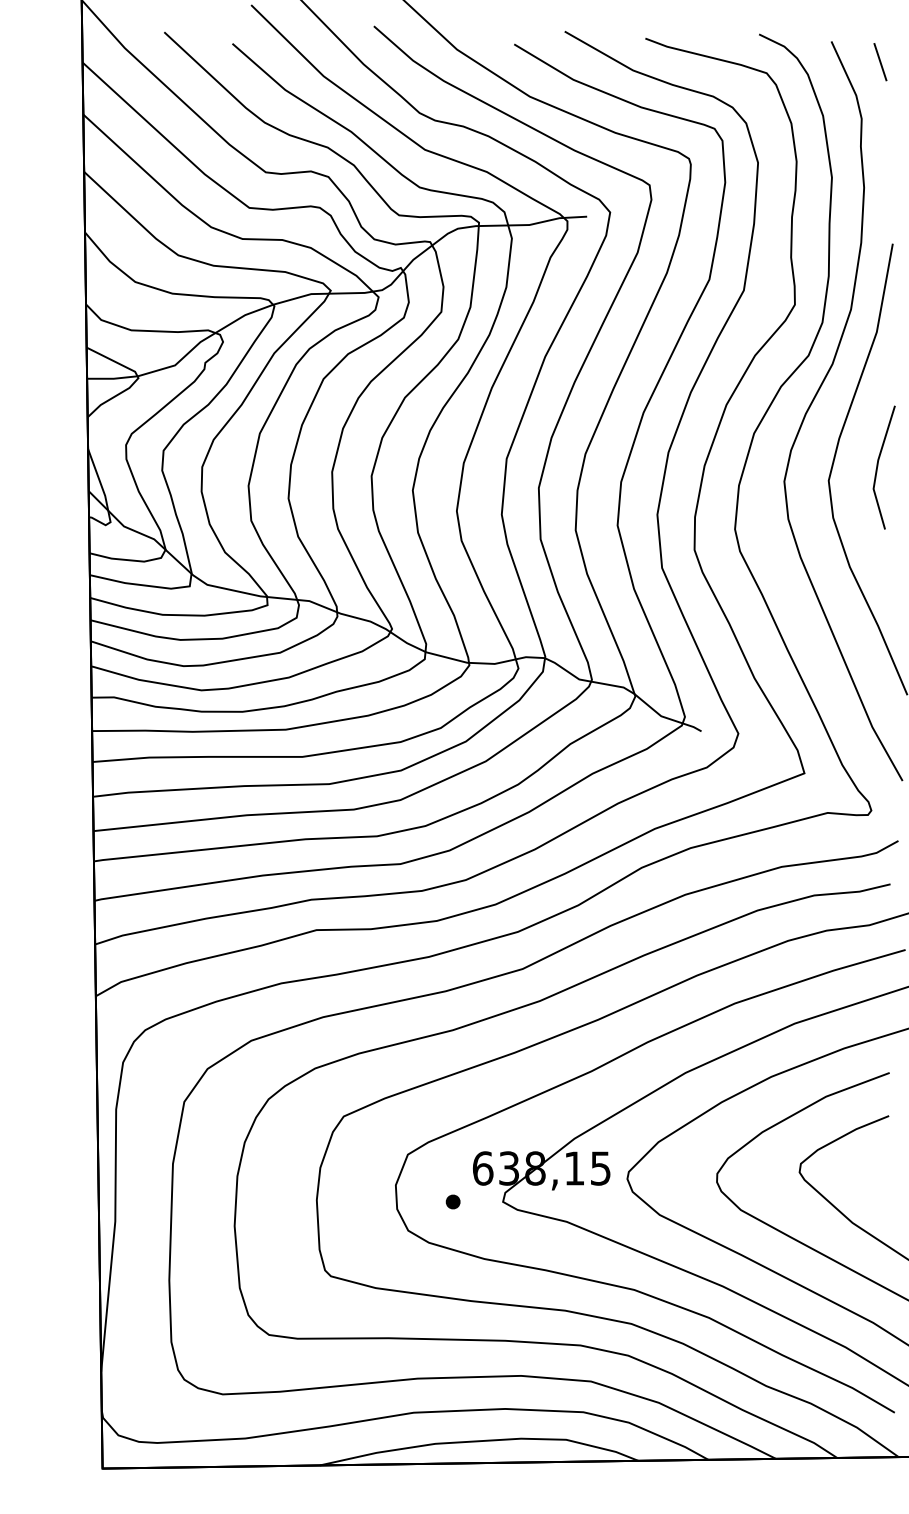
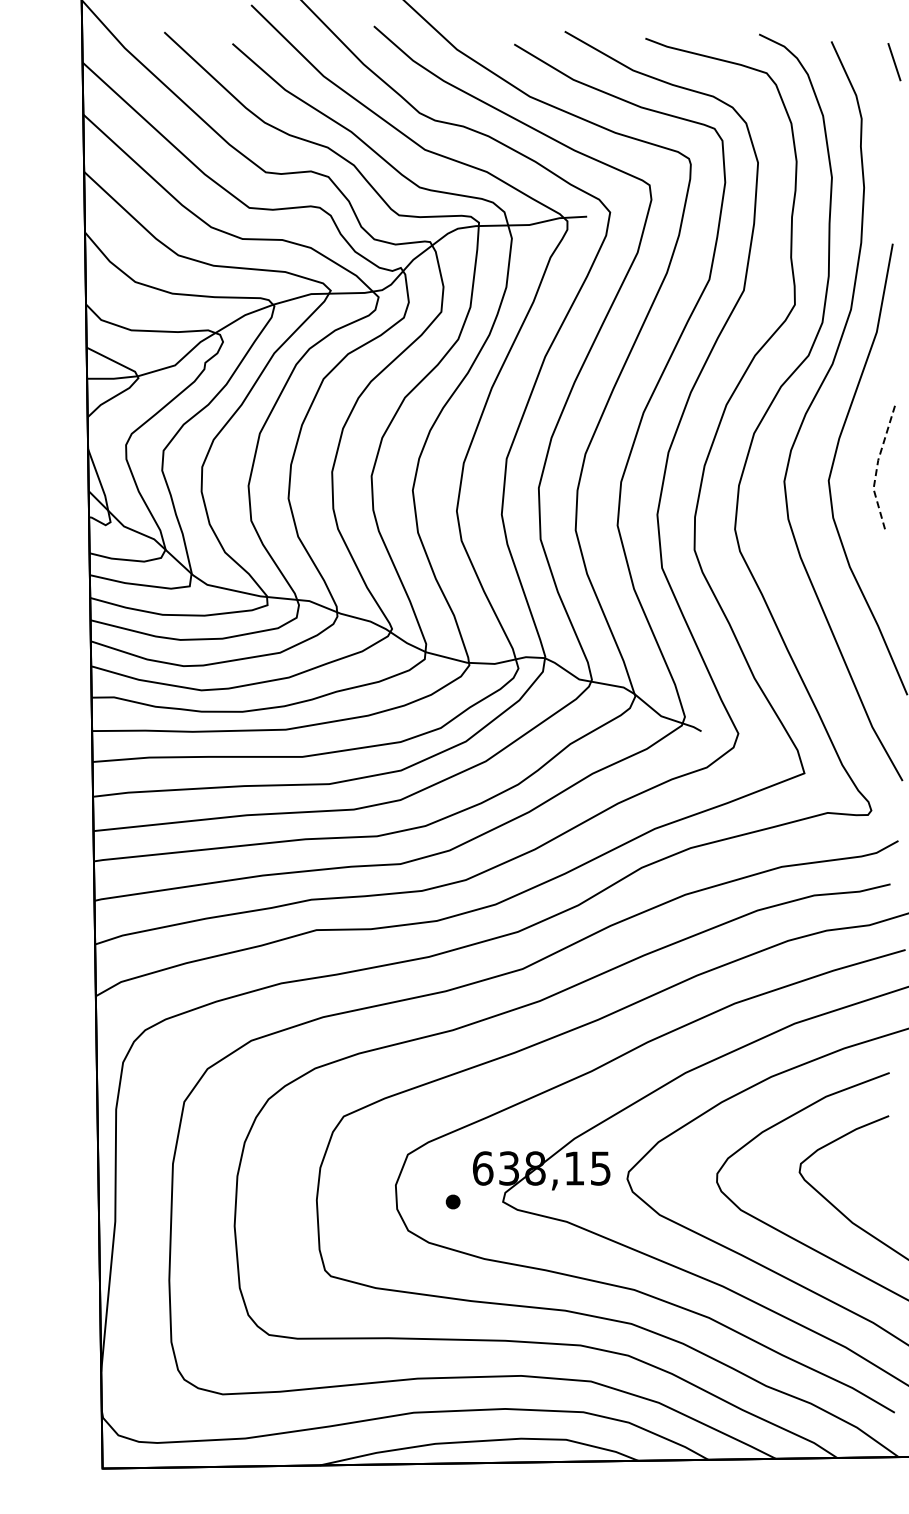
line at (880, 62) position: (880, 62) -> (894, 62)
line at (877, 467): solid -> dashed
